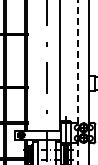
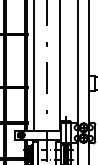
line at (34, 66): none -> present
line at (78, 82): dashed -> solid
